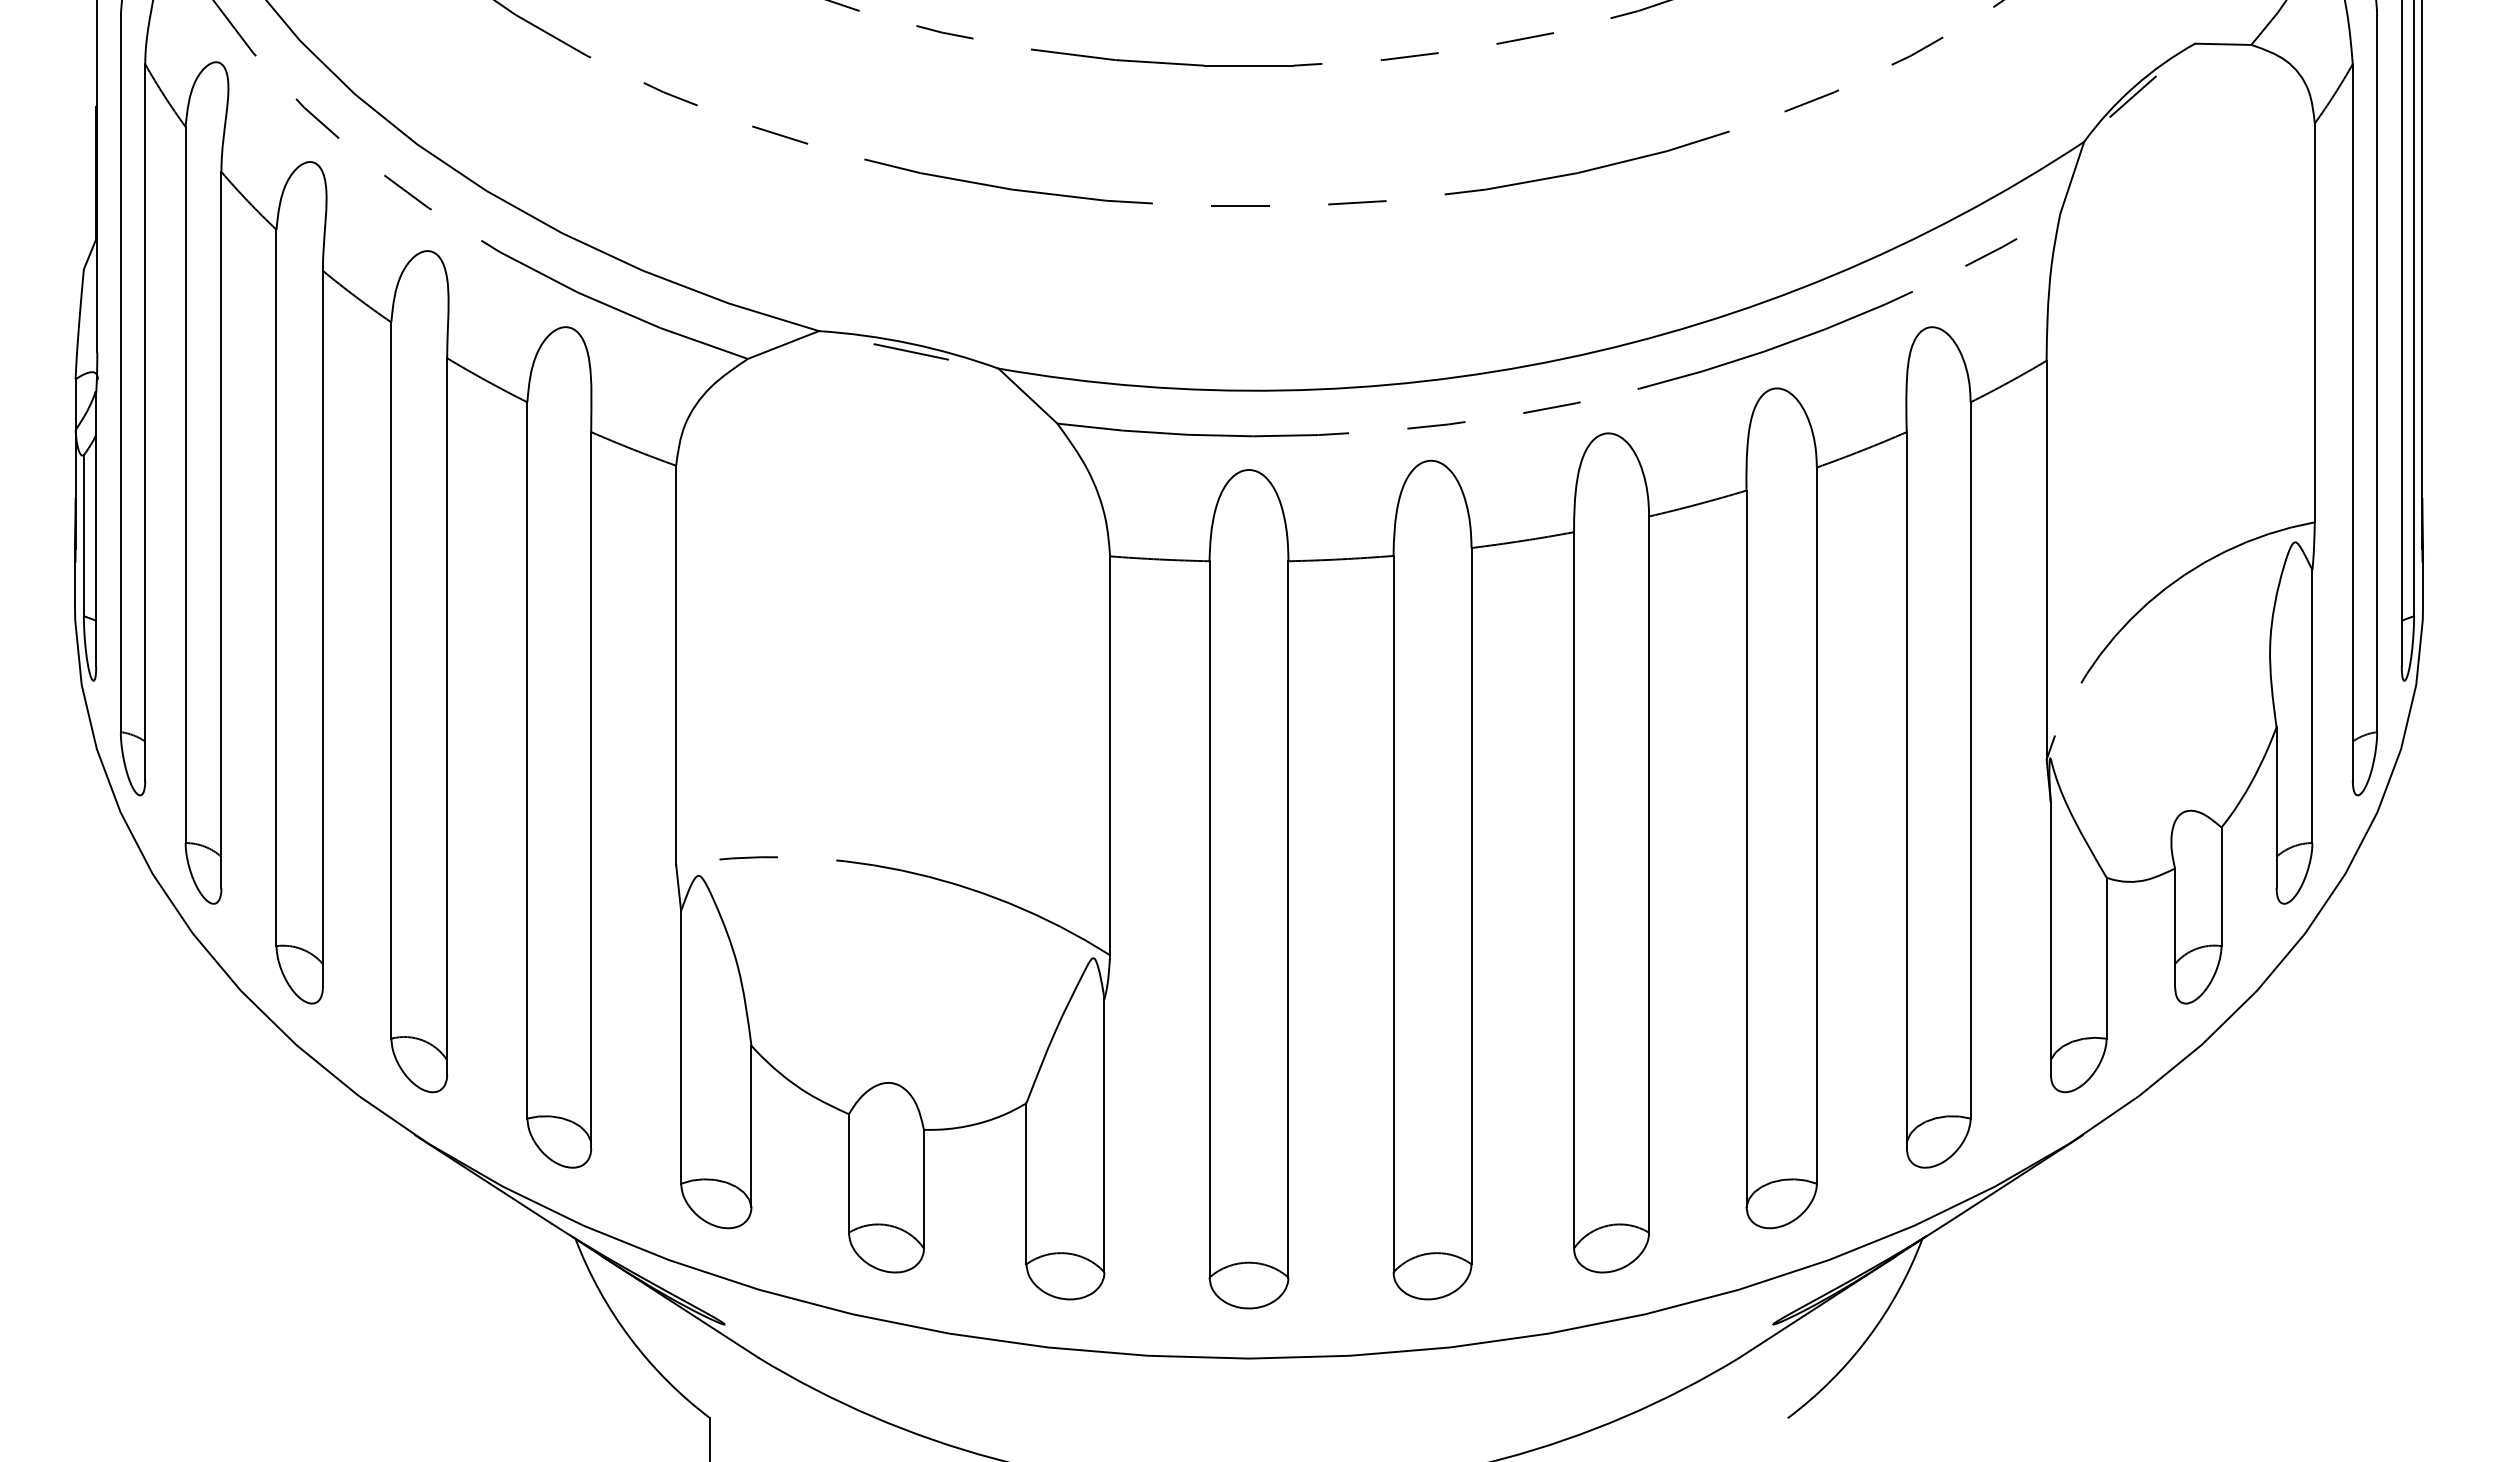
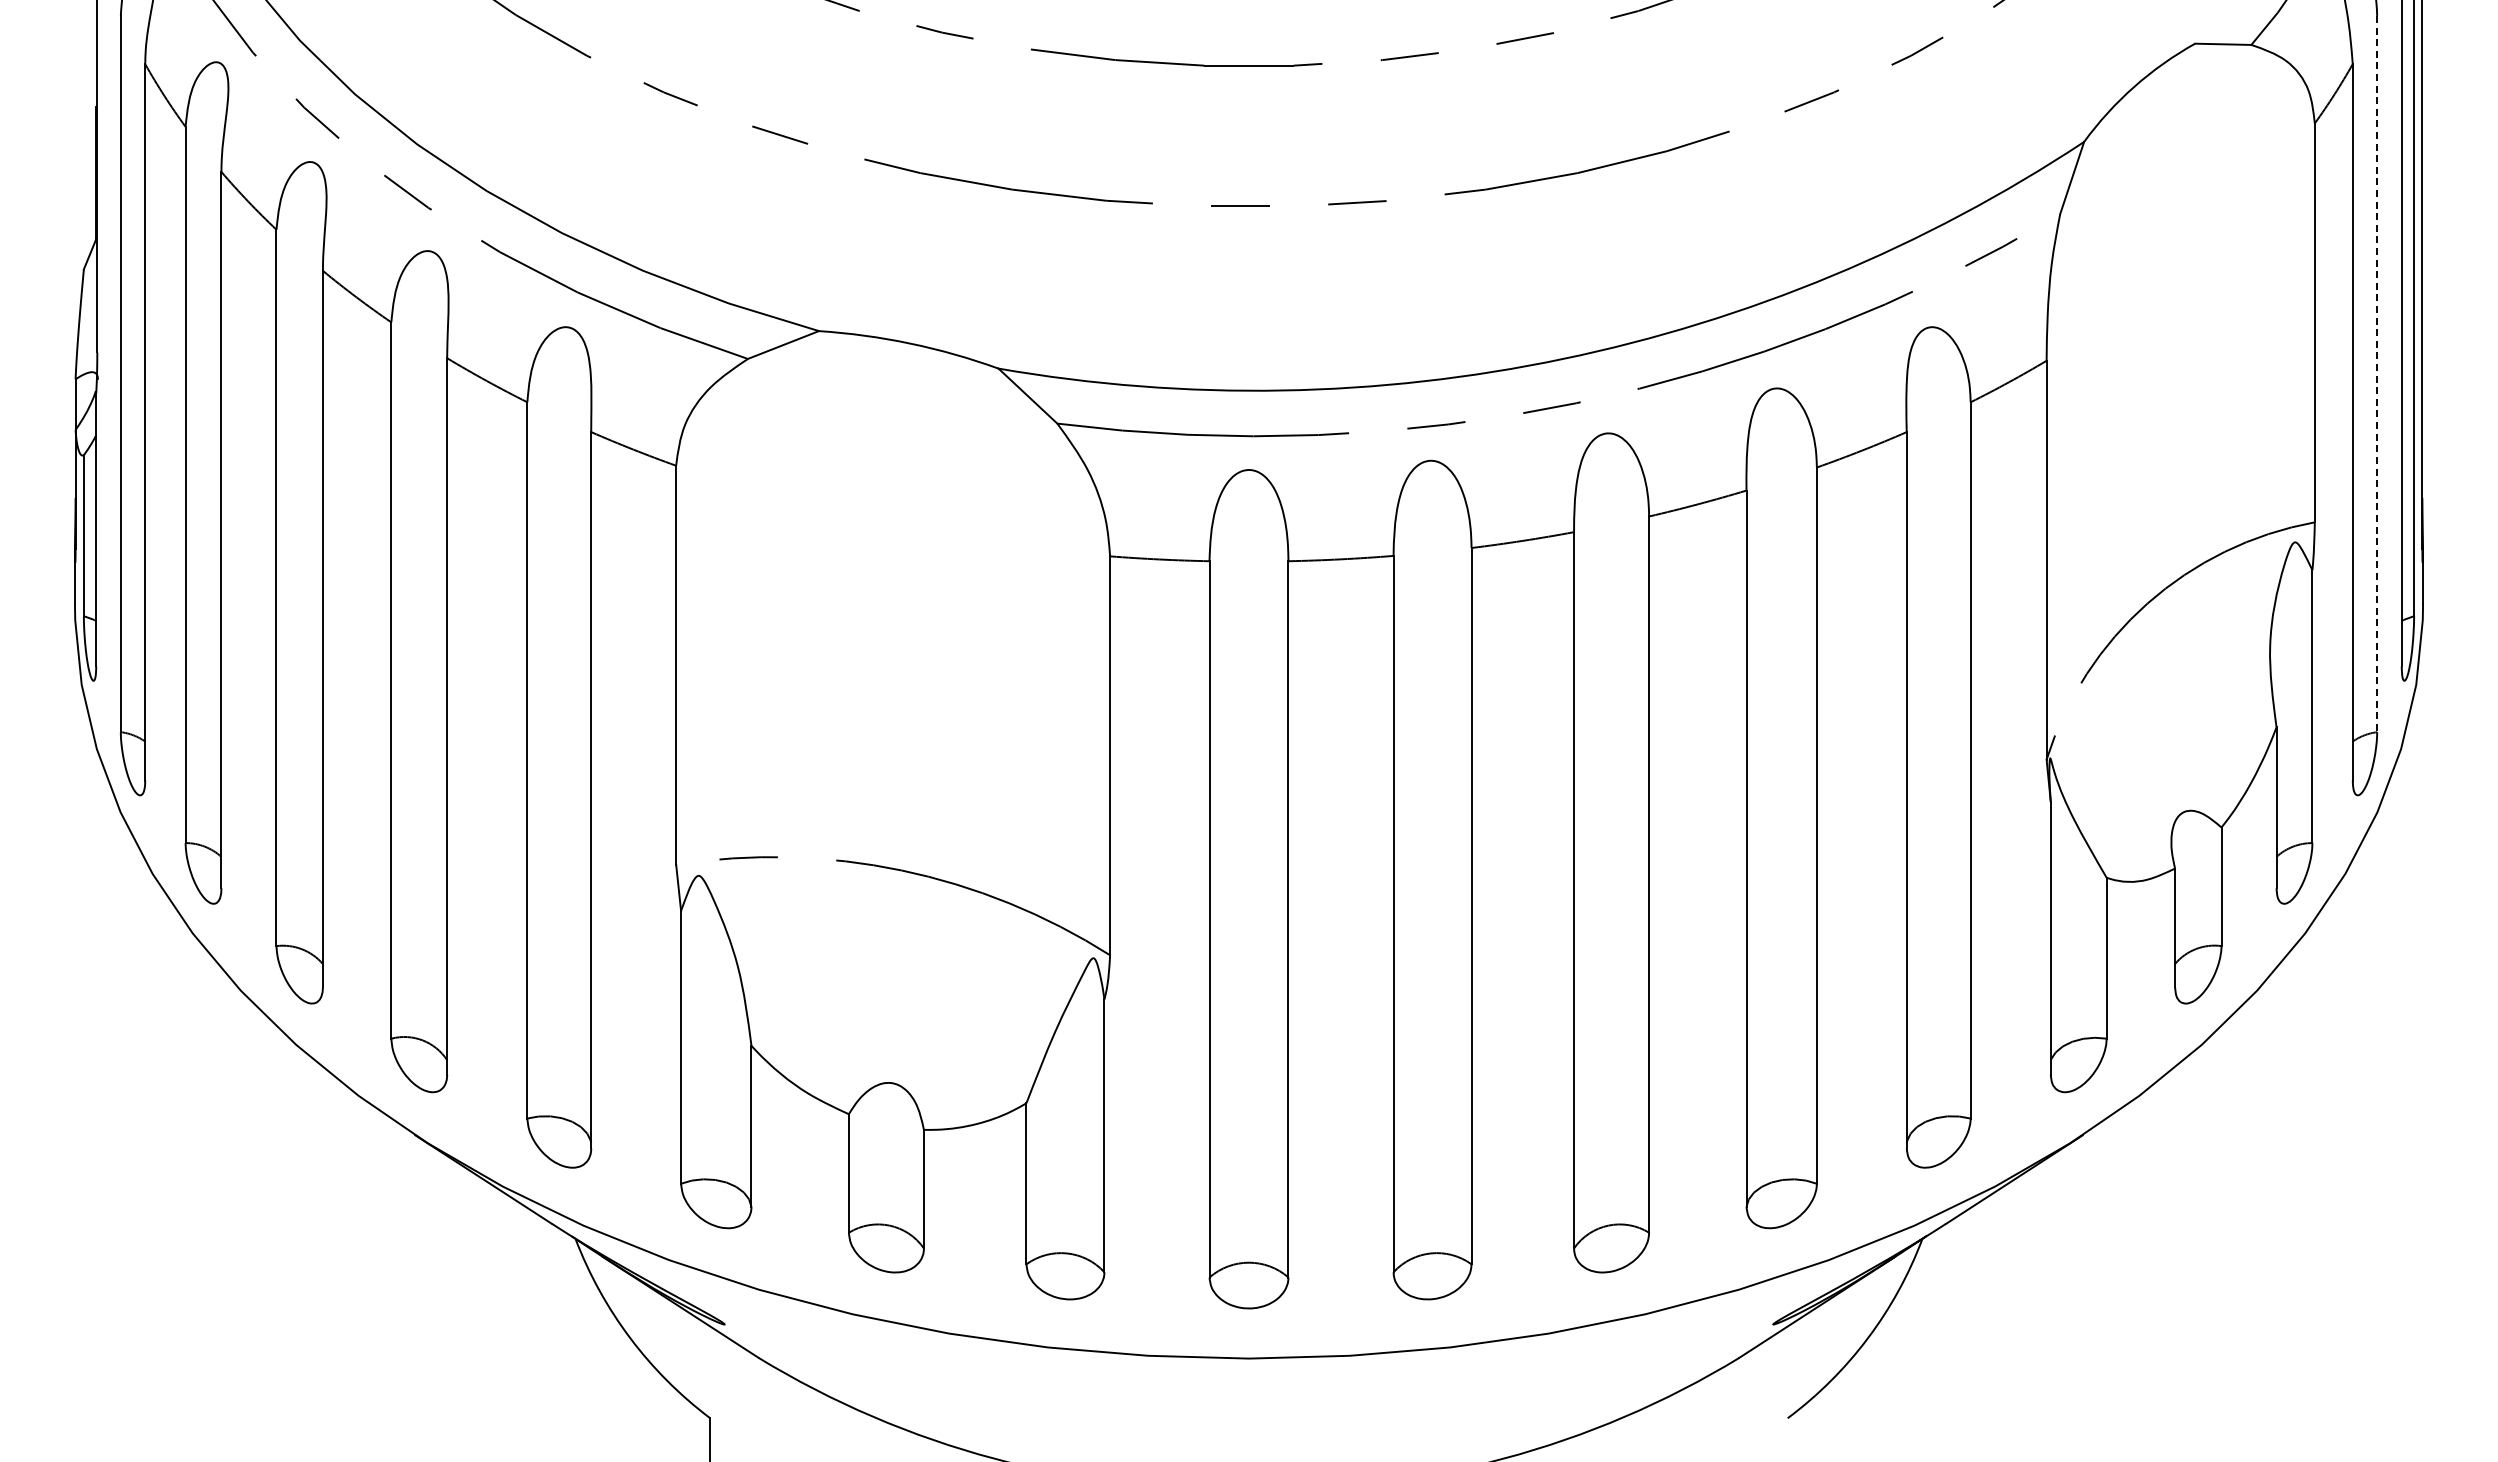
line at (2132, 96): present -> none
line at (910, 351): present -> none
line at (2377, 374): solid -> dashed
